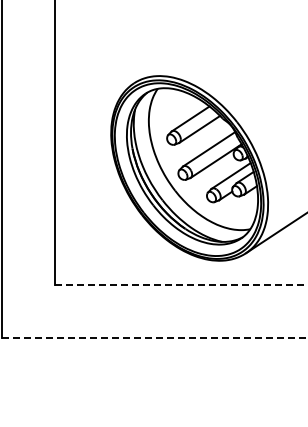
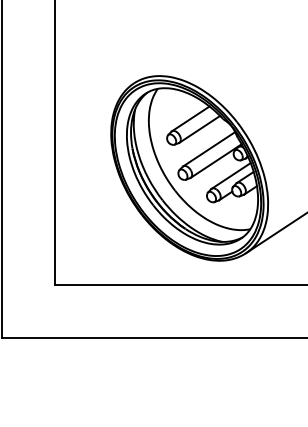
line at (181, 284): dashed -> solid
line at (154, 338): dashed -> solid
